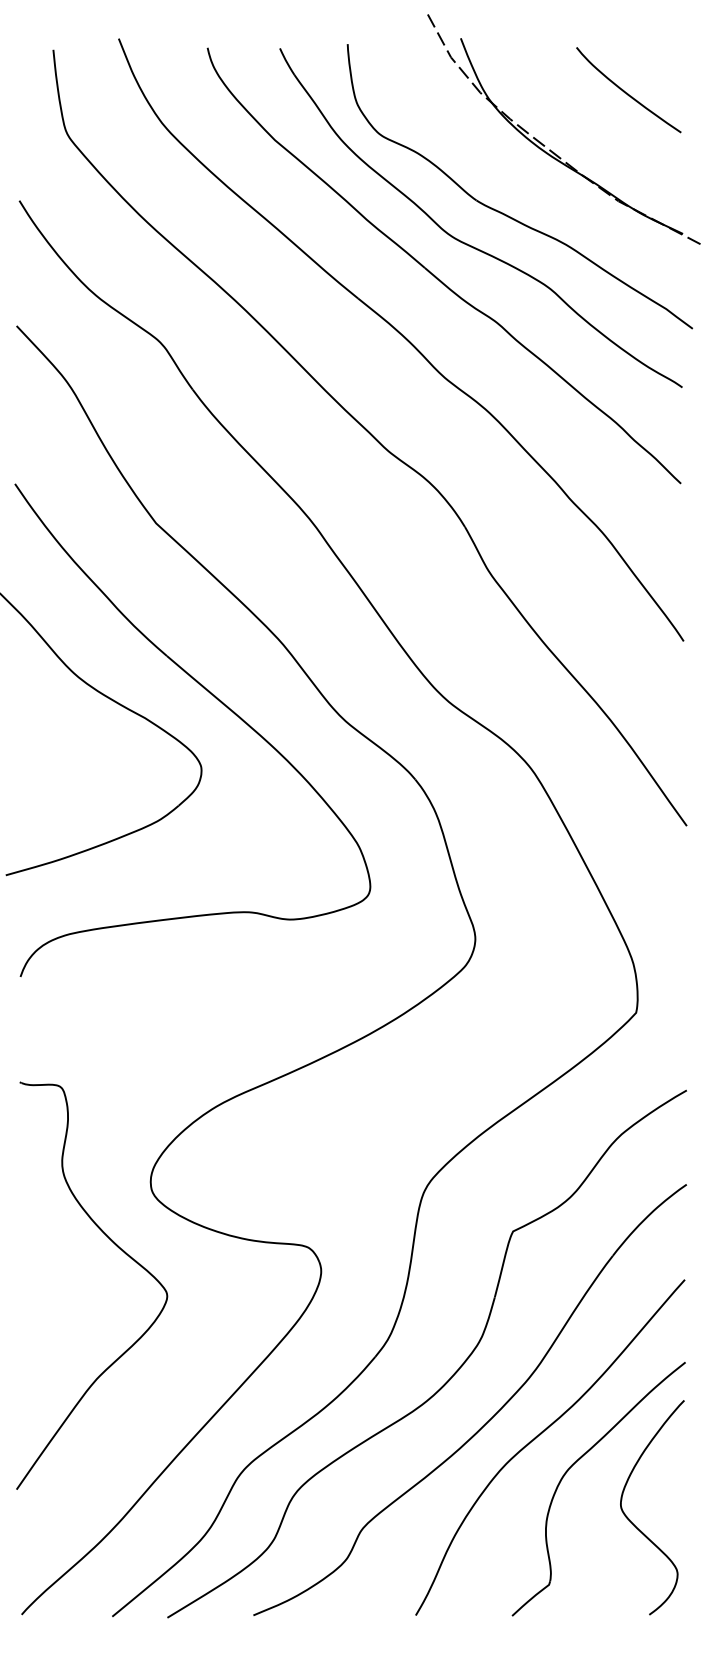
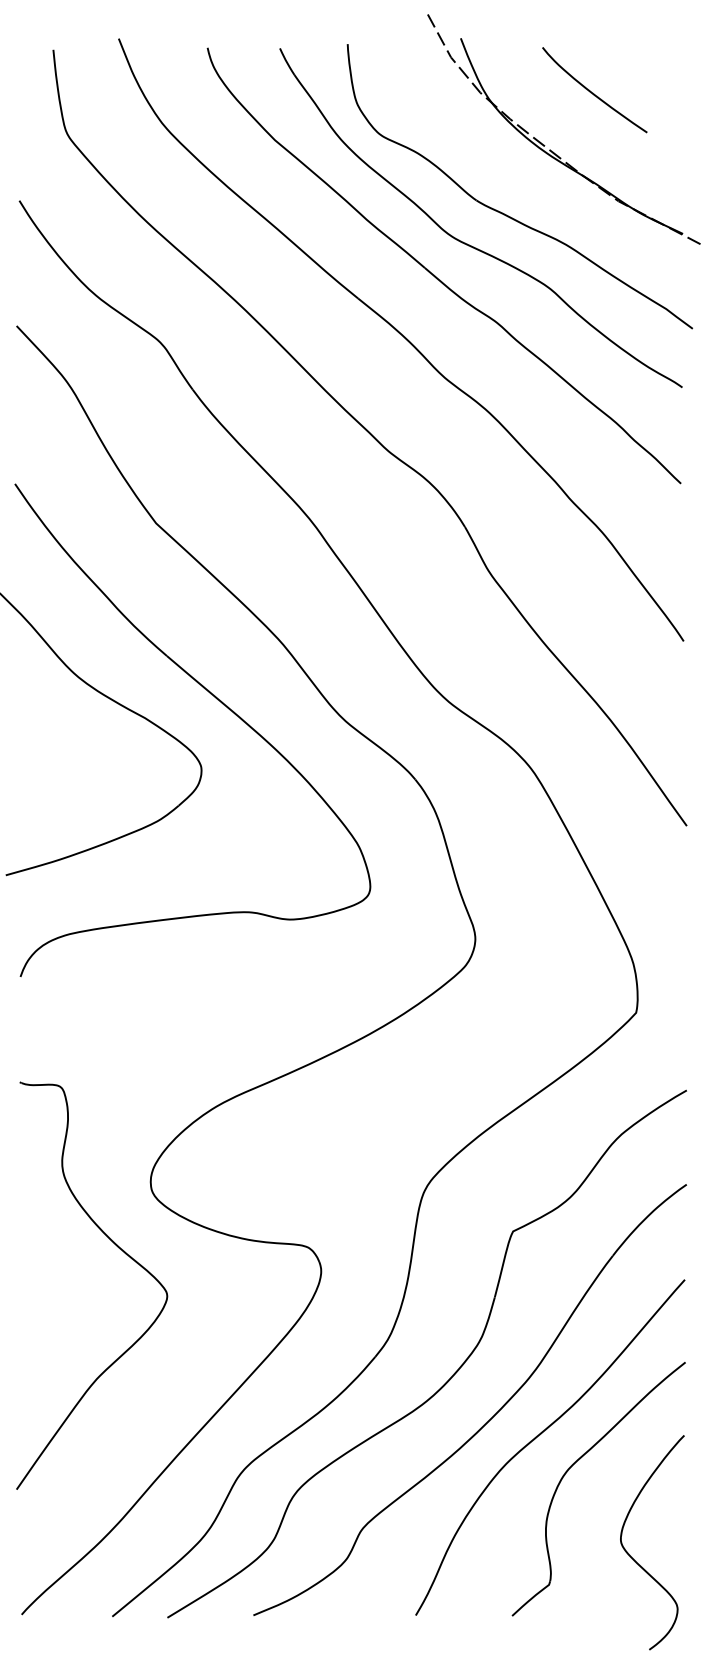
curve at (627, 92) position: (627, 92) -> (593, 92)
part at (634, 1524) position: (634, 1524) -> (634, 1559)
